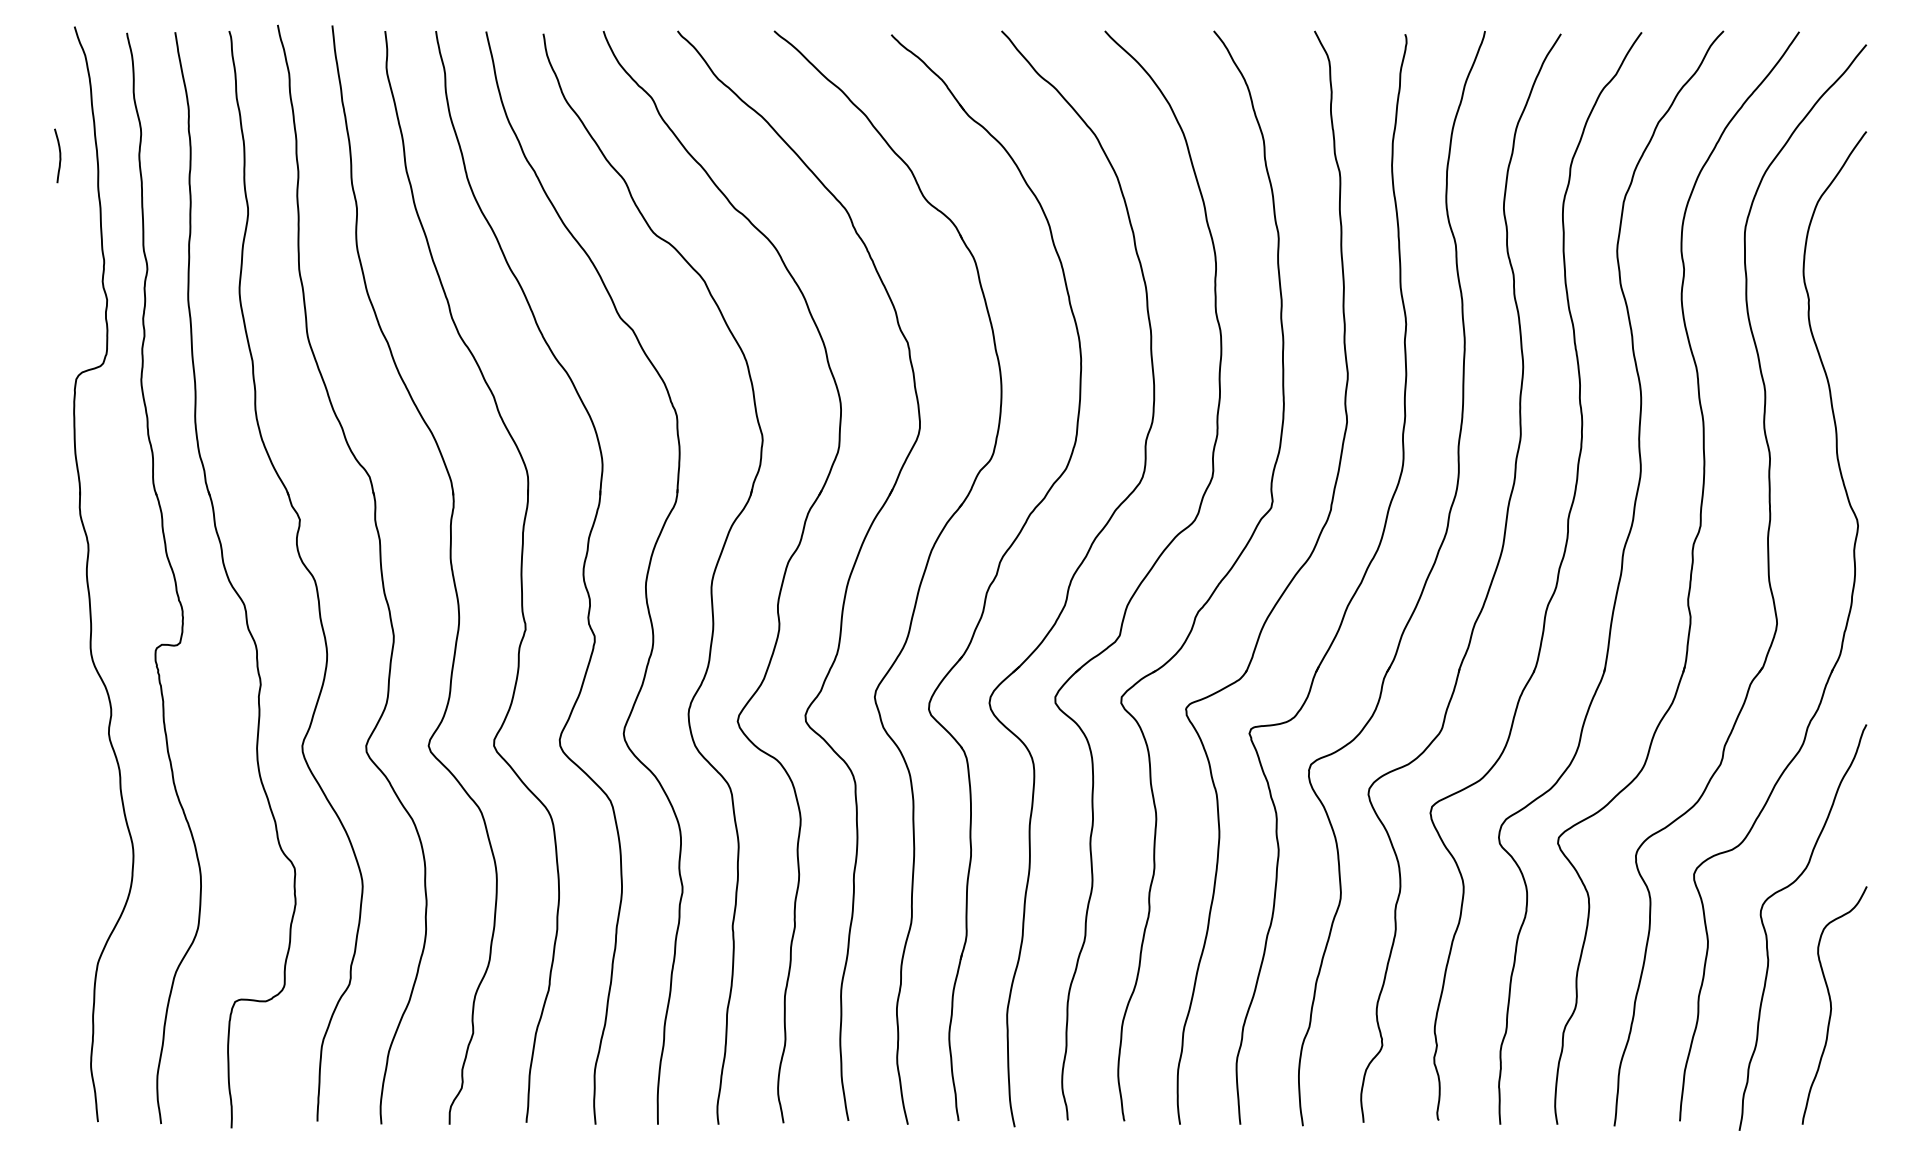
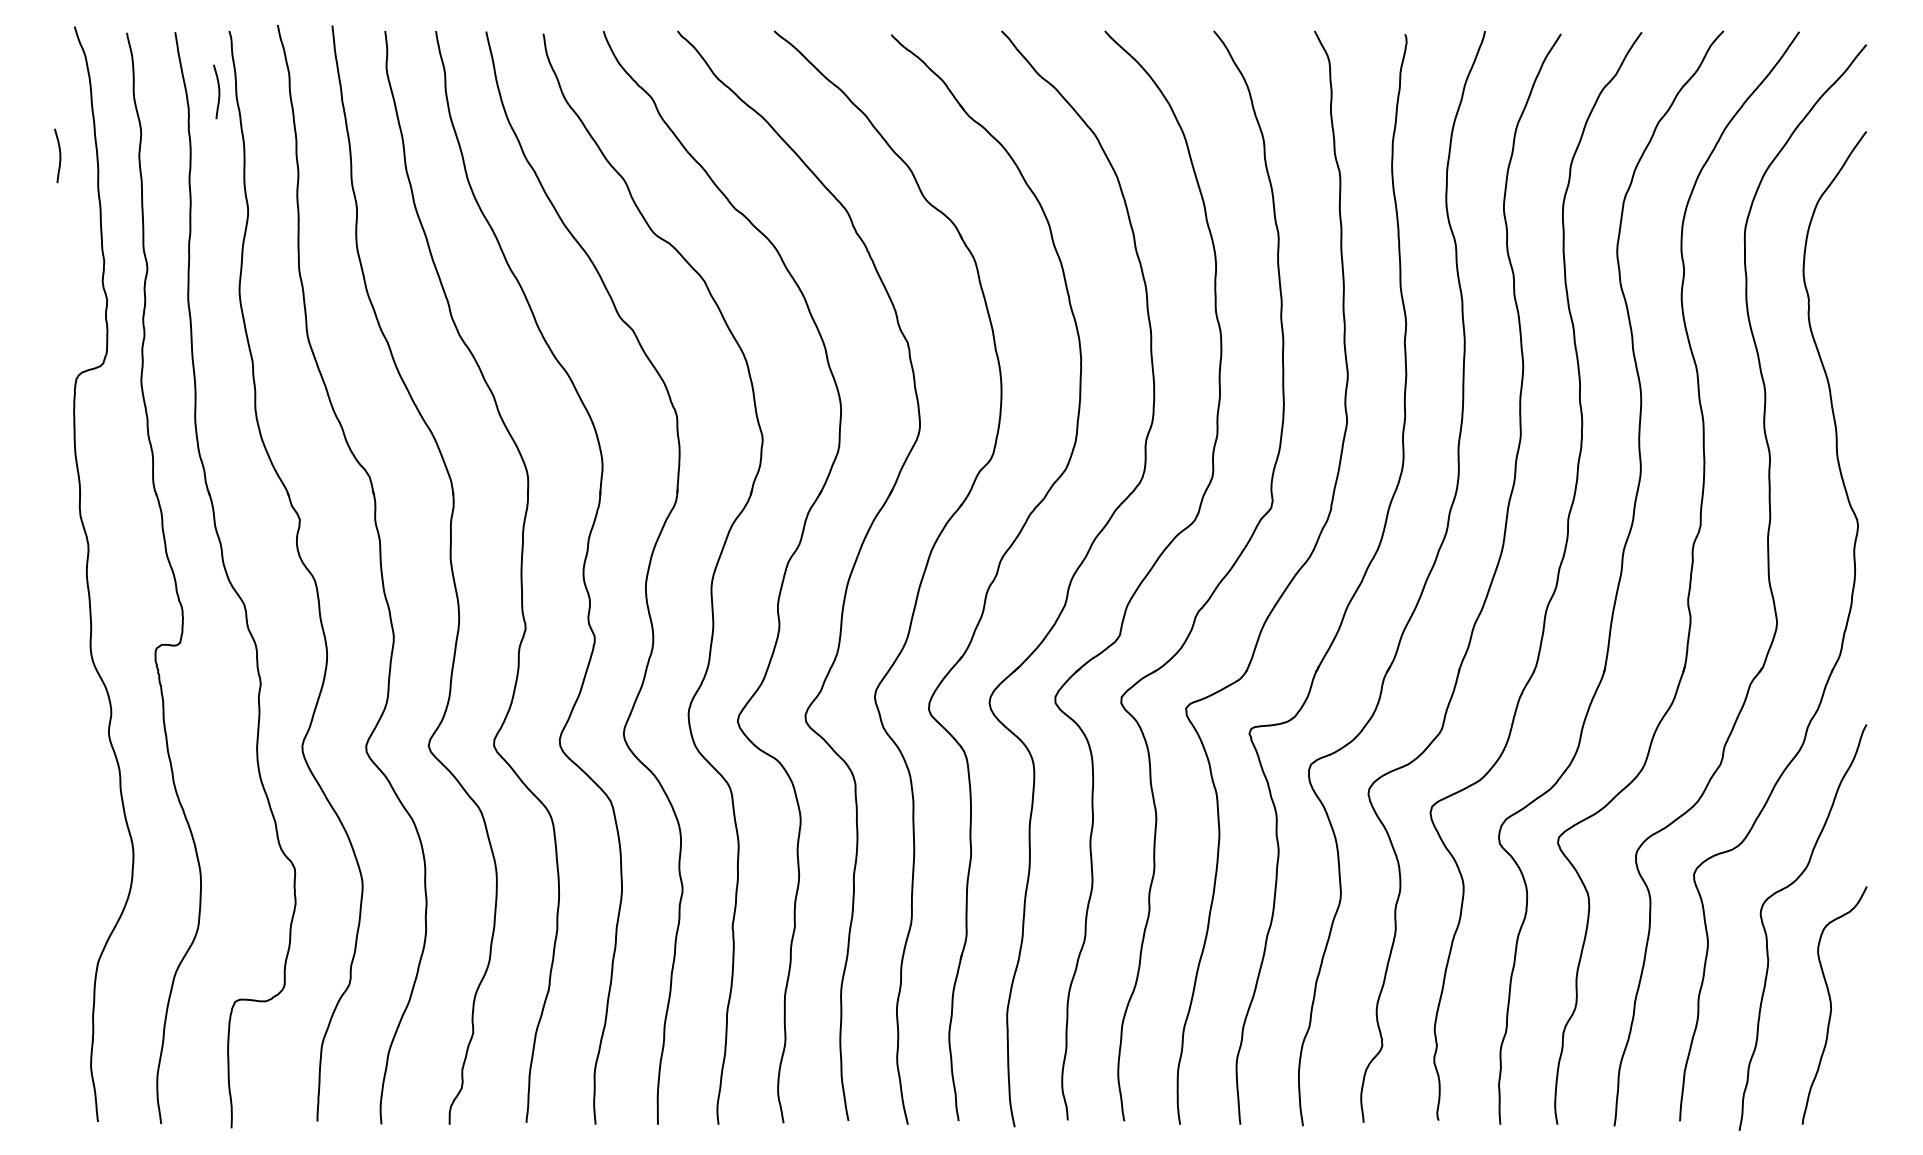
curve at (218, 91): none -> present
